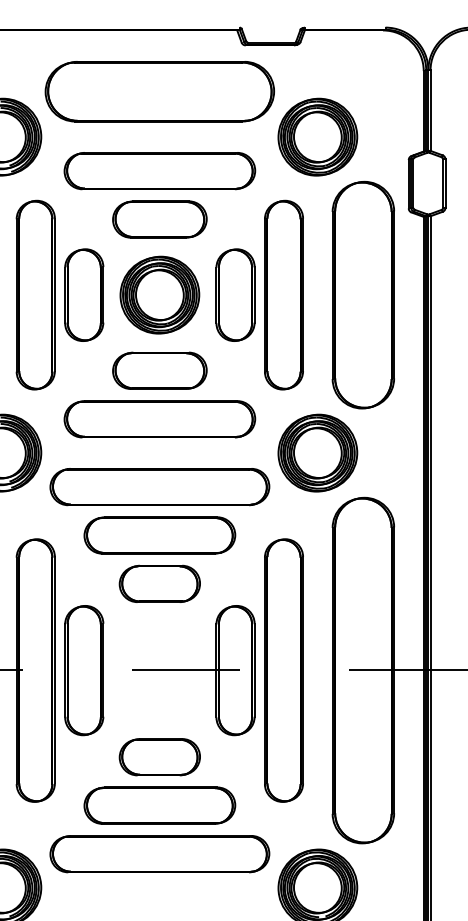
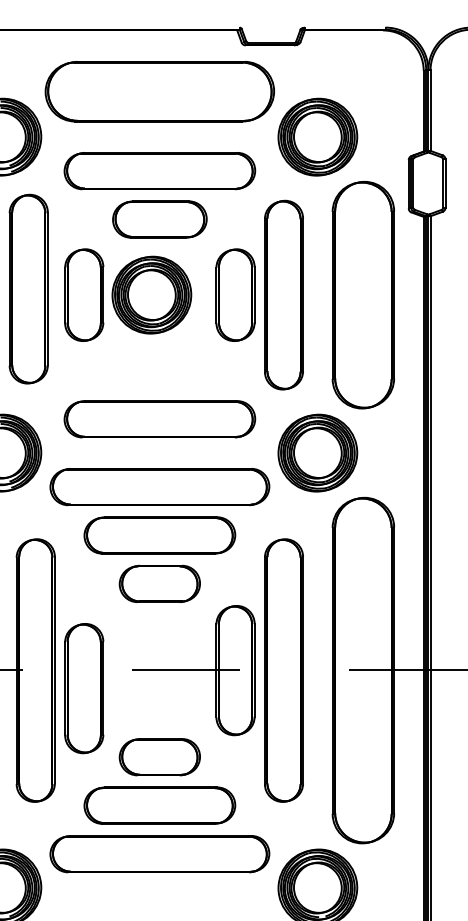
part at (35, 294) position: (35, 294) -> (28, 288)
part at (159, 294) position: (159, 294) -> (151, 294)
part at (159, 370): present -> none
part at (84, 670) position: (84, 670) -> (84, 688)
